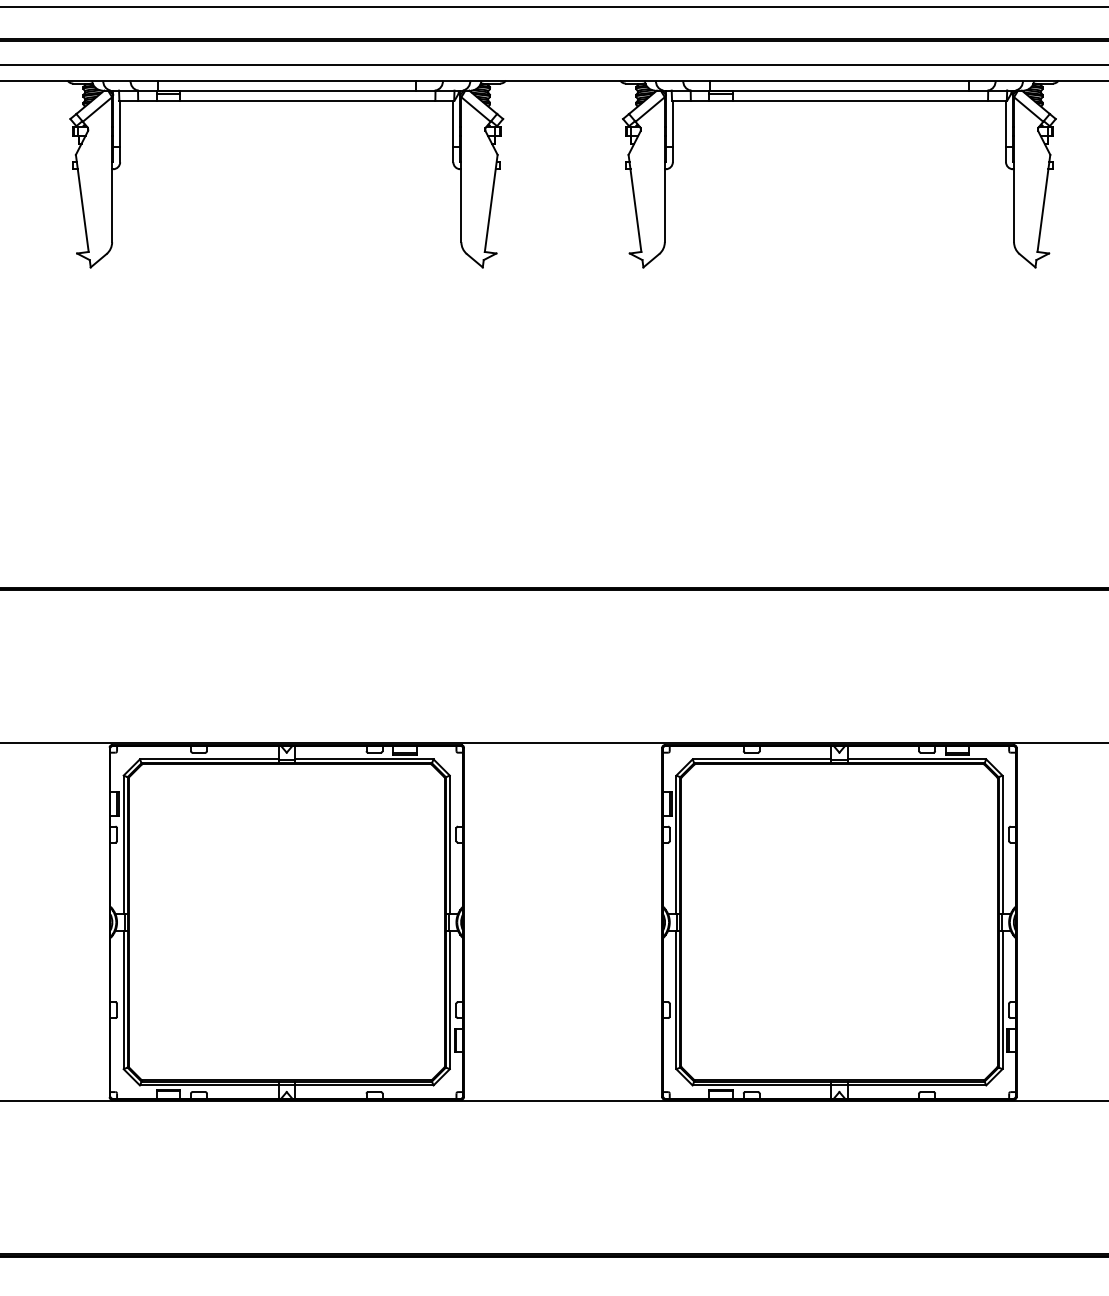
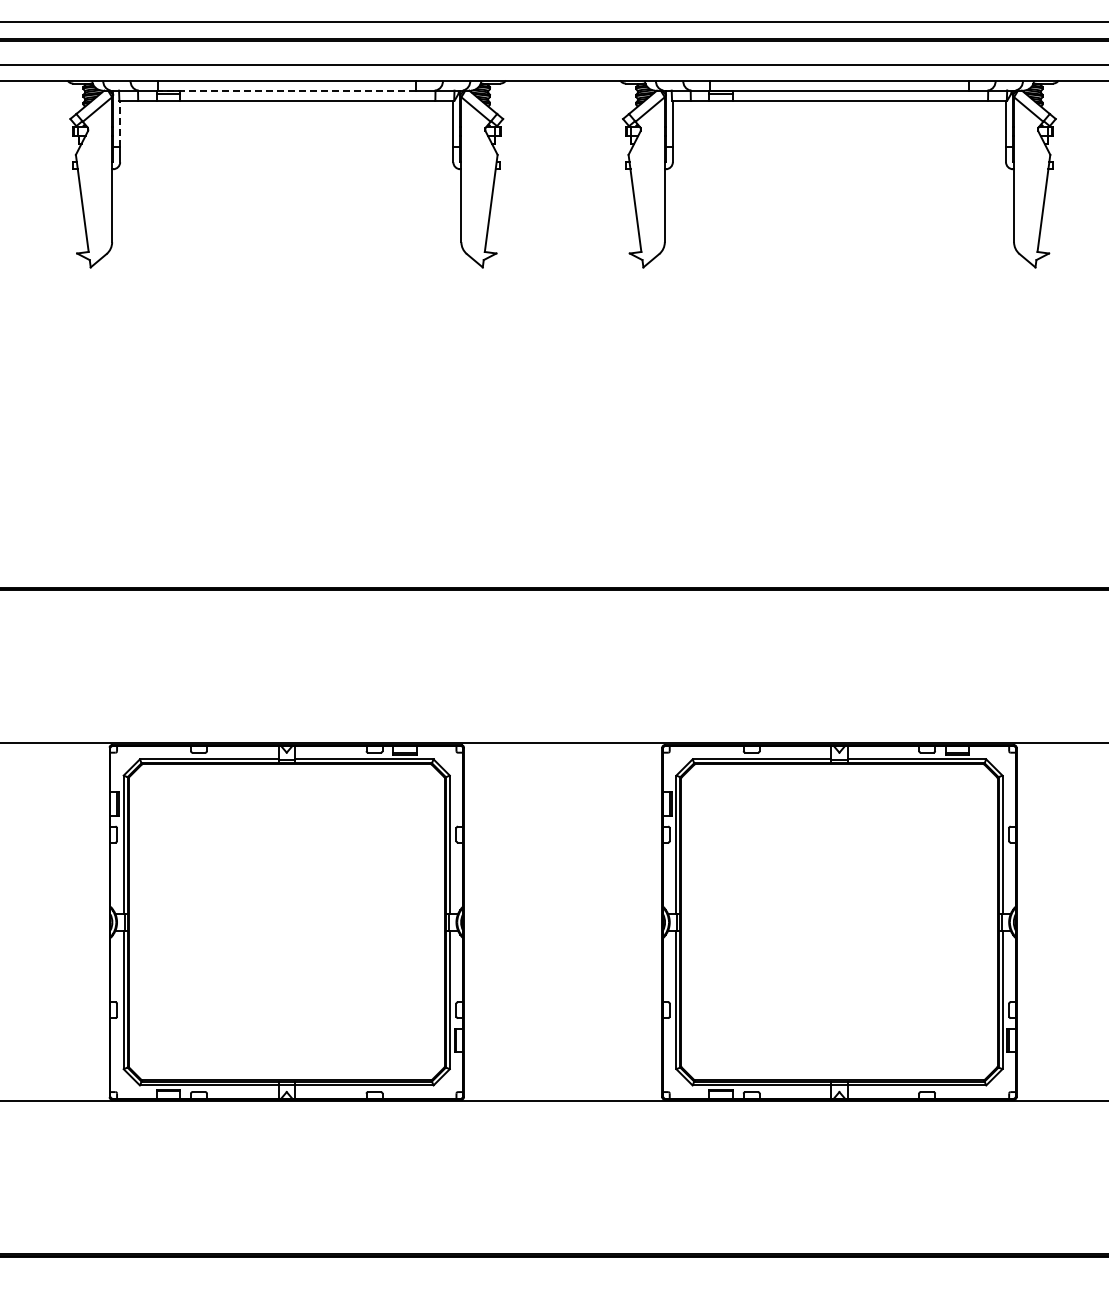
line at (553, 7) position: (553, 7) -> (553, 22)
line at (286, 90): solid -> dashed
line at (120, 123): solid -> dashed
